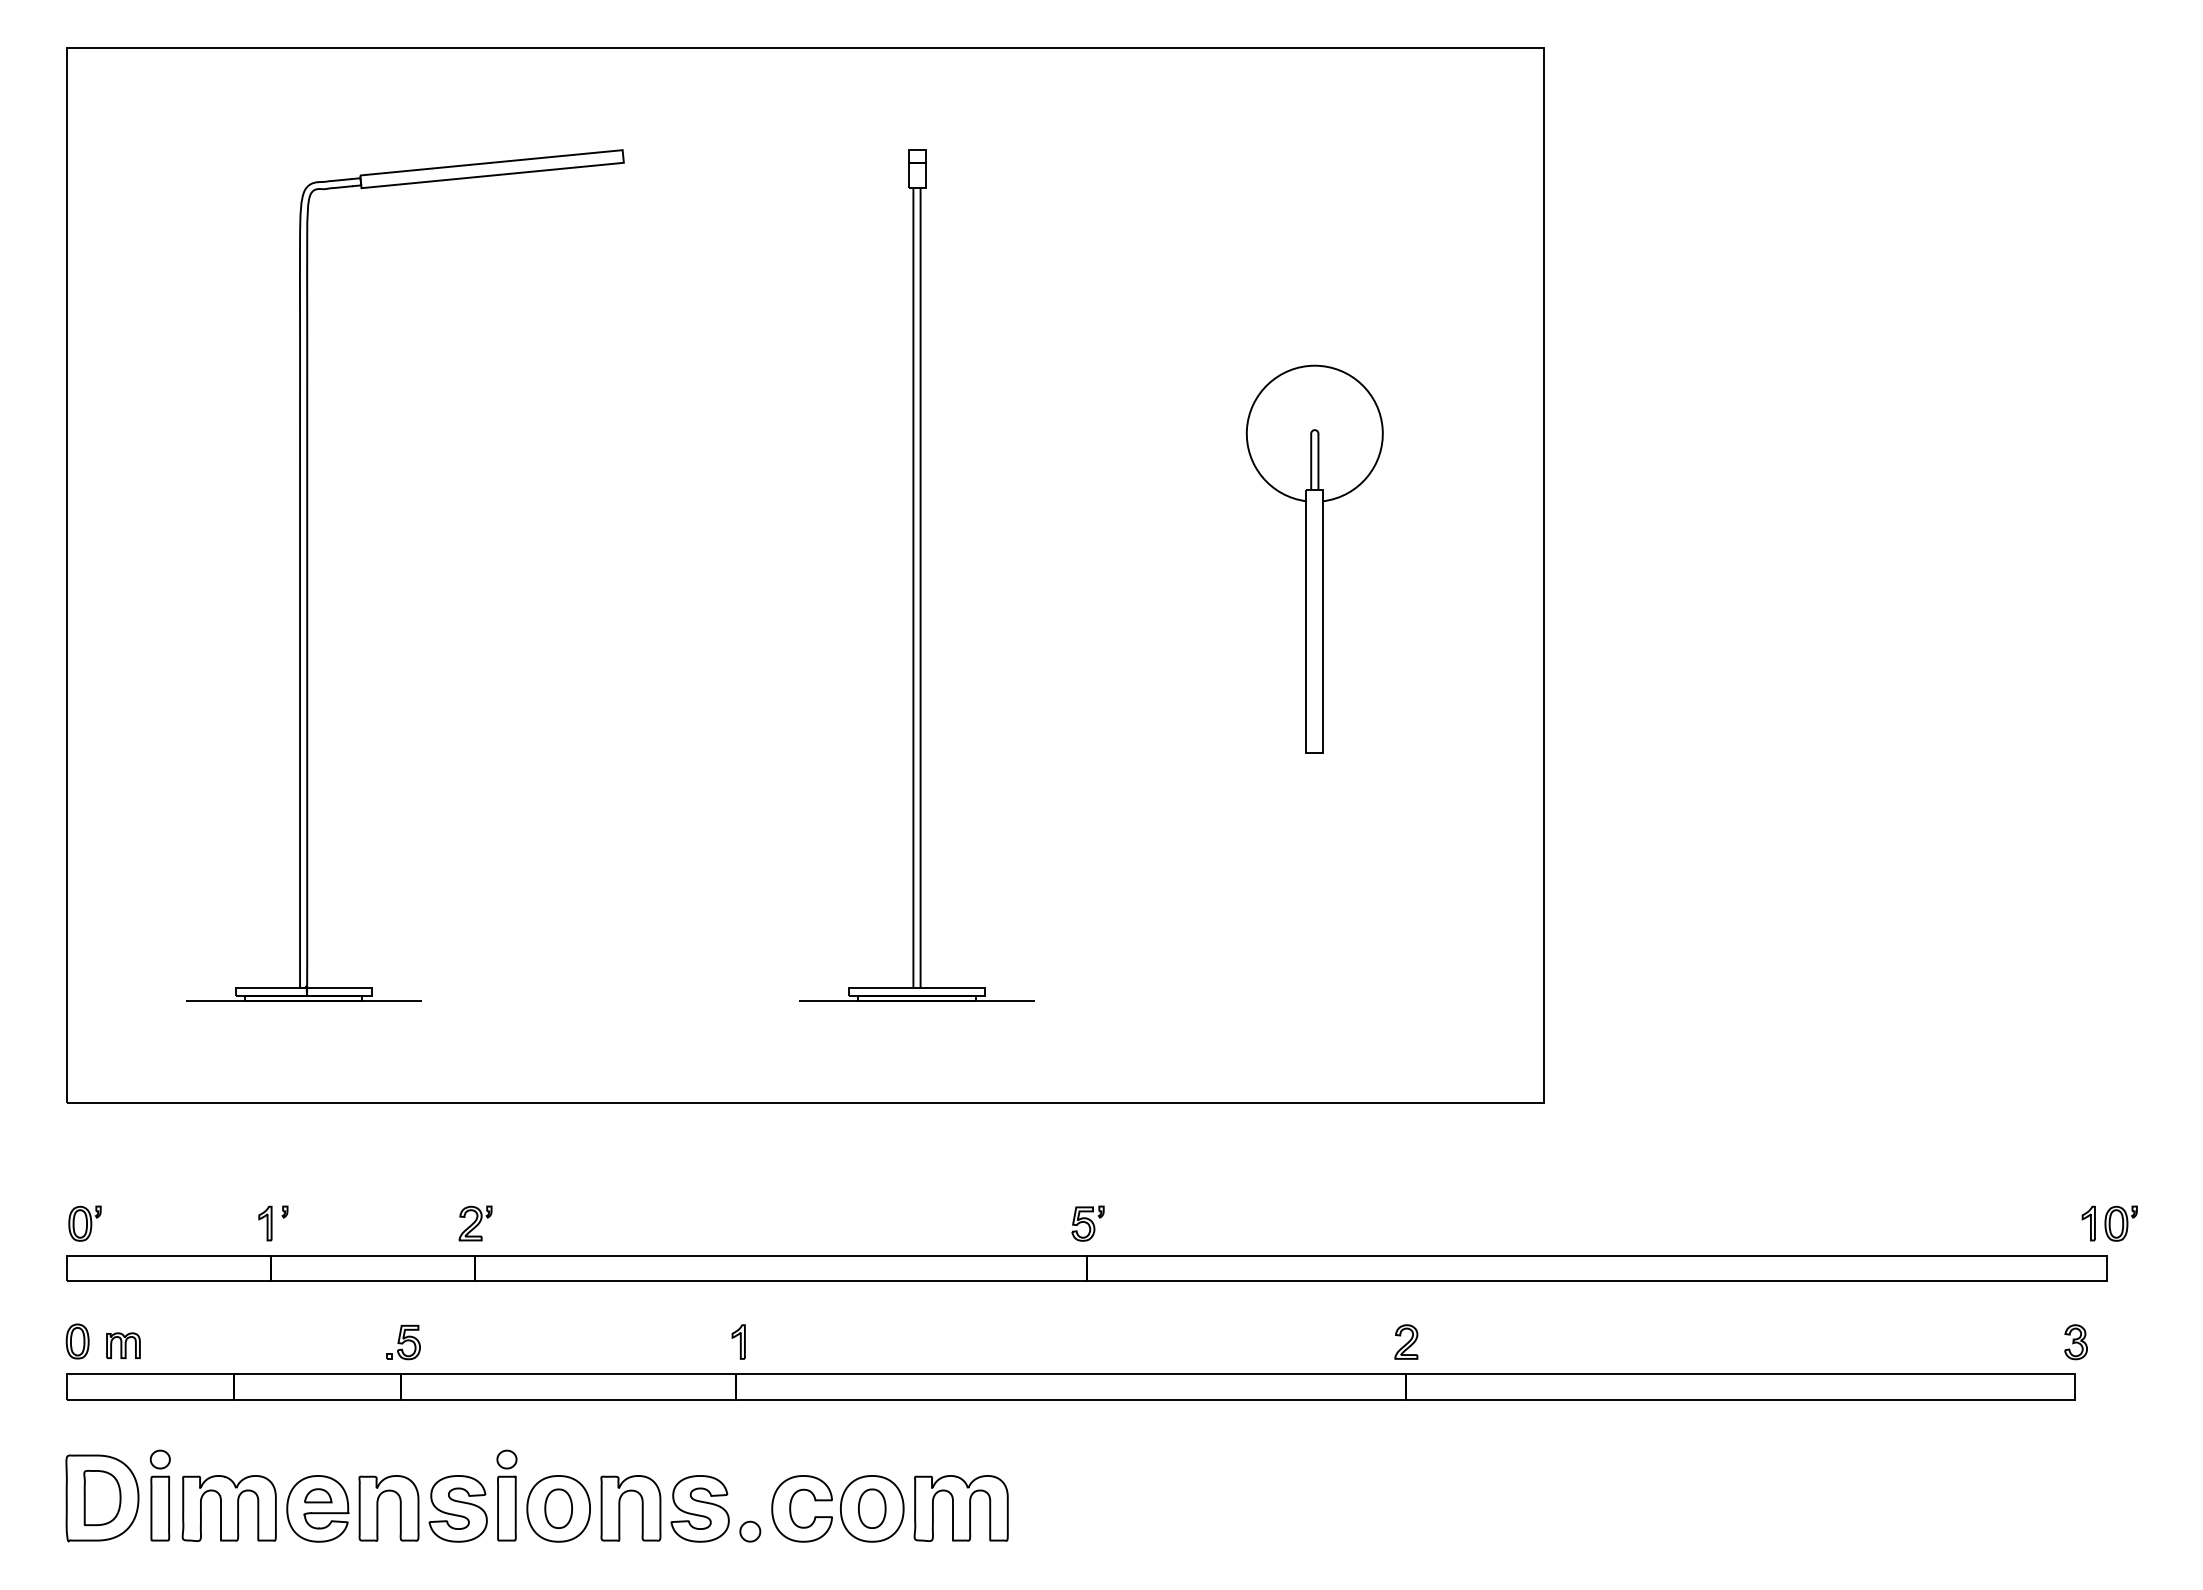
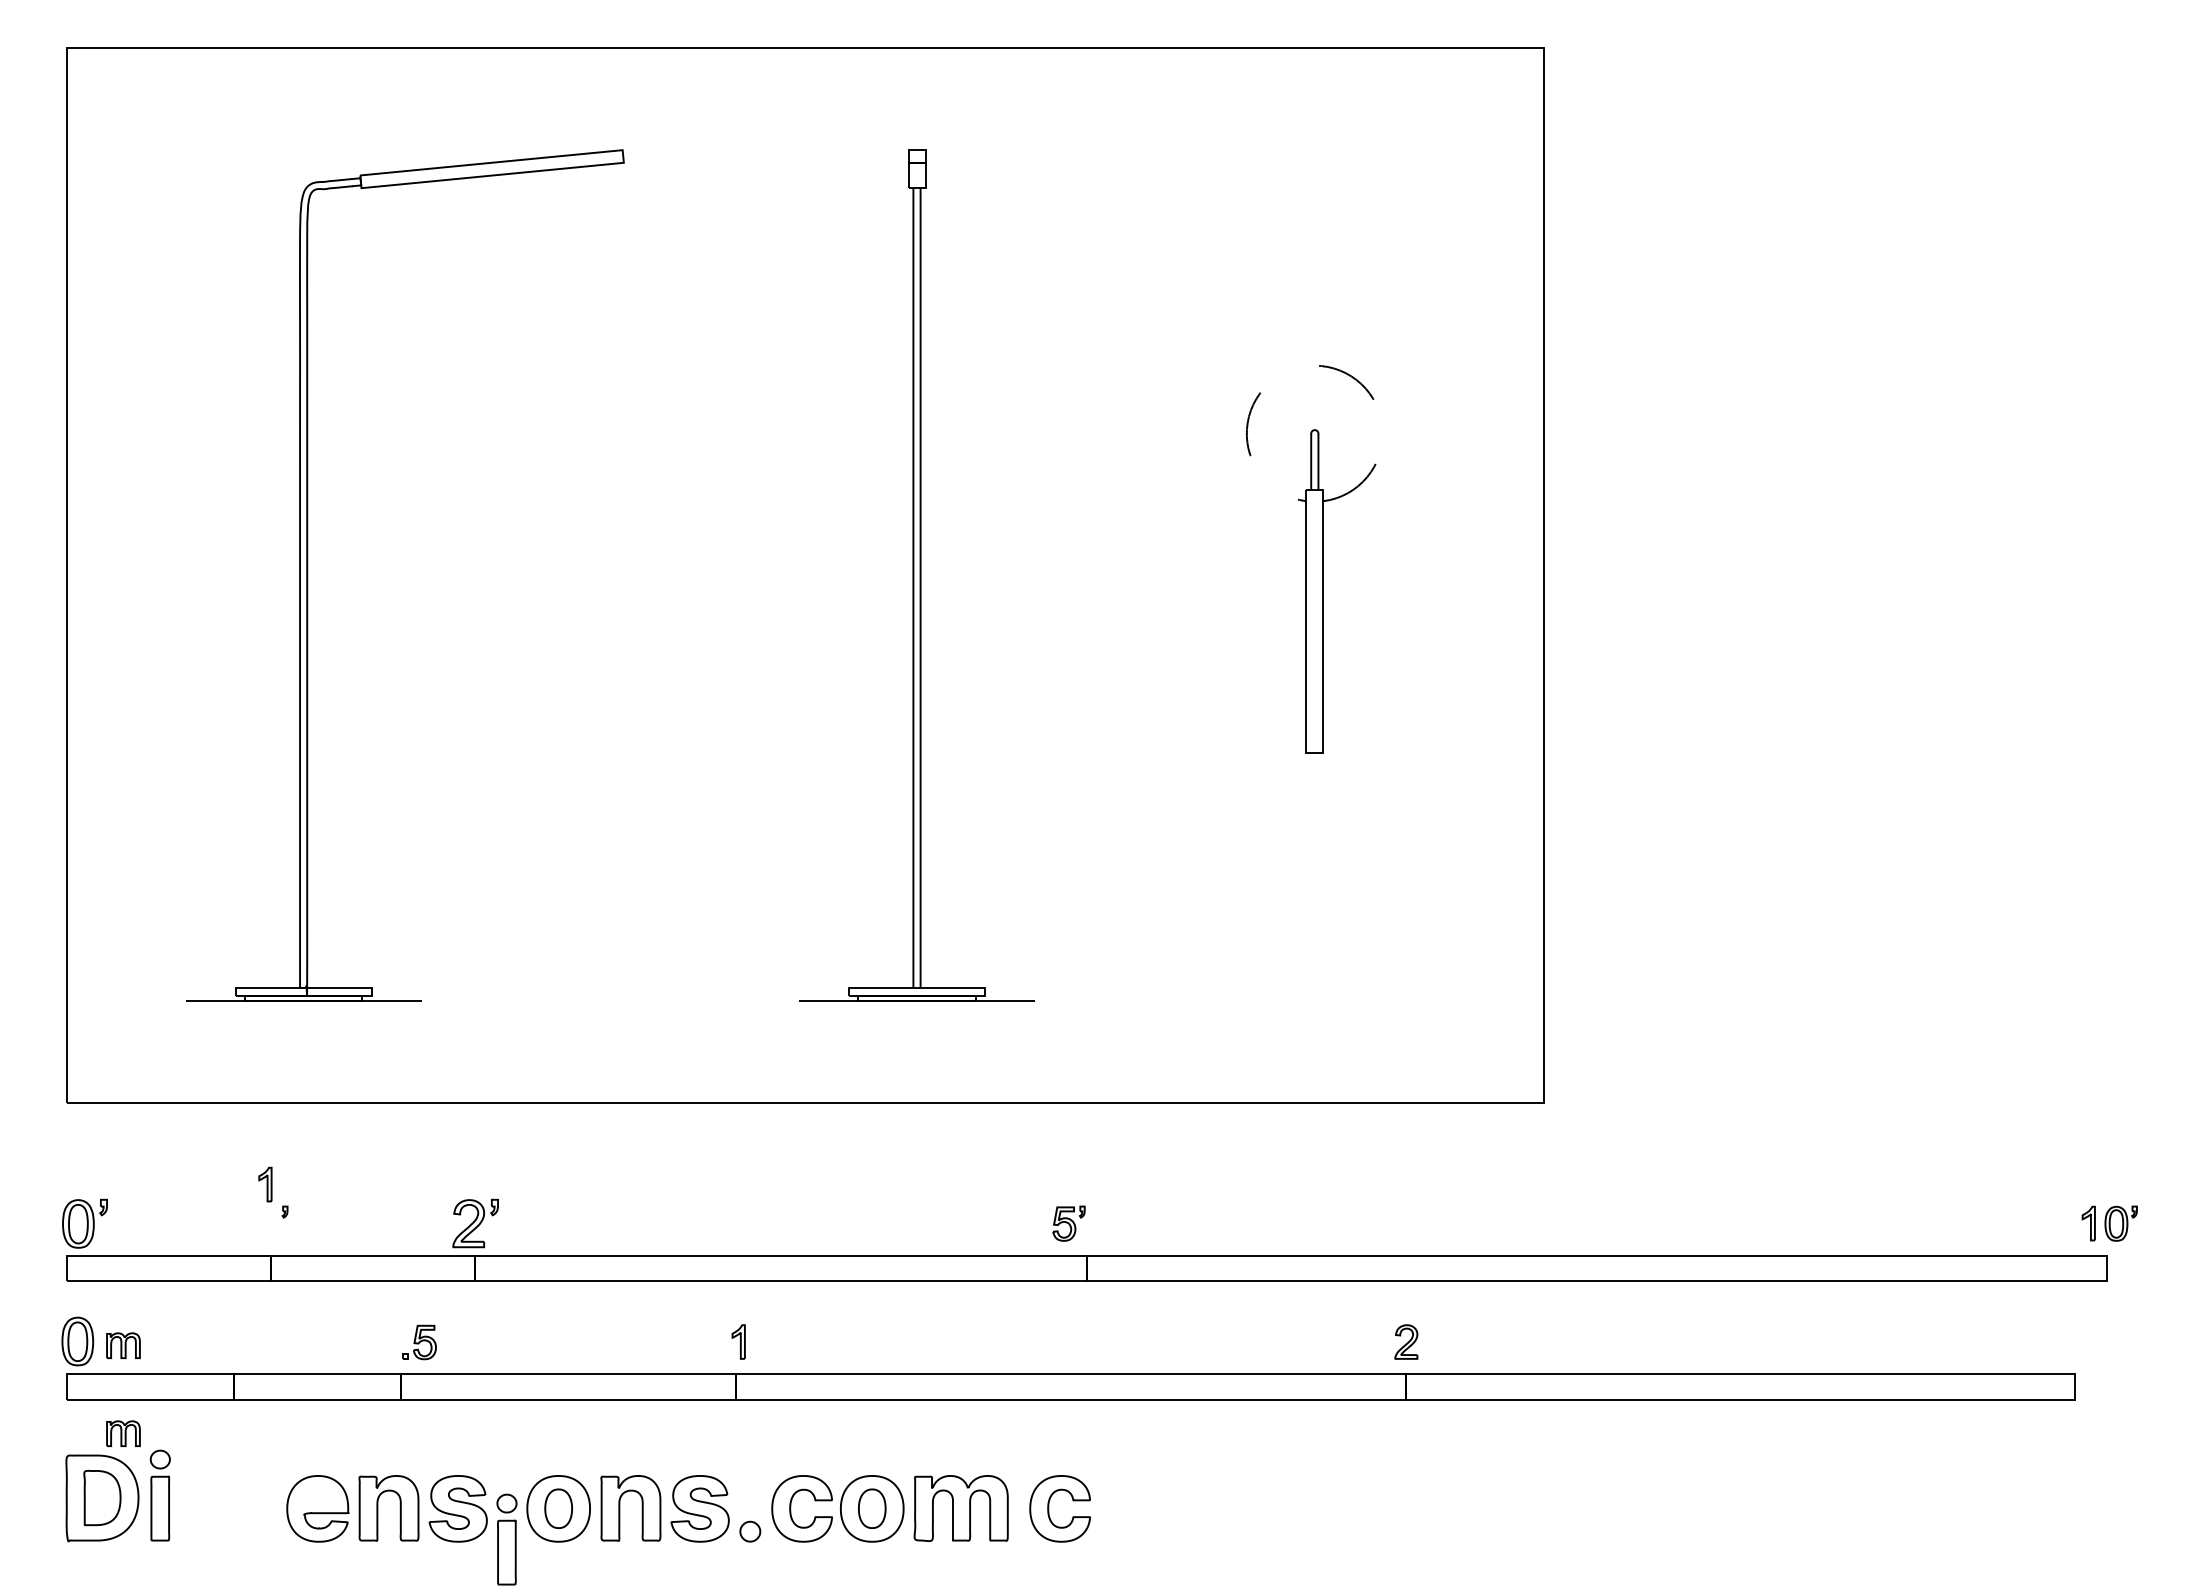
arc at (1314, 365): solid -> dashed
part at (84, 1223) size: 34x37 px -> 46x51 px
part at (265, 1223) position: (265, 1223) -> (265, 1184)
part at (475, 1223) size: 35x37 px -> 47x51 px
part at (1087, 1223) position: (1087, 1223) -> (1068, 1223)
part at (77, 1341) size: 25x37 px -> 34x51 px
part at (403, 1342) position: (403, 1342) -> (419, 1342)
part at (2075, 1342): present -> none
part at (123, 1433): none -> present
part at (318, 1495): present -> none
part at (506, 1495) position: (506, 1495) -> (506, 1539)
part at (228, 1508): present -> none
part at (1049, 1508): none -> present
